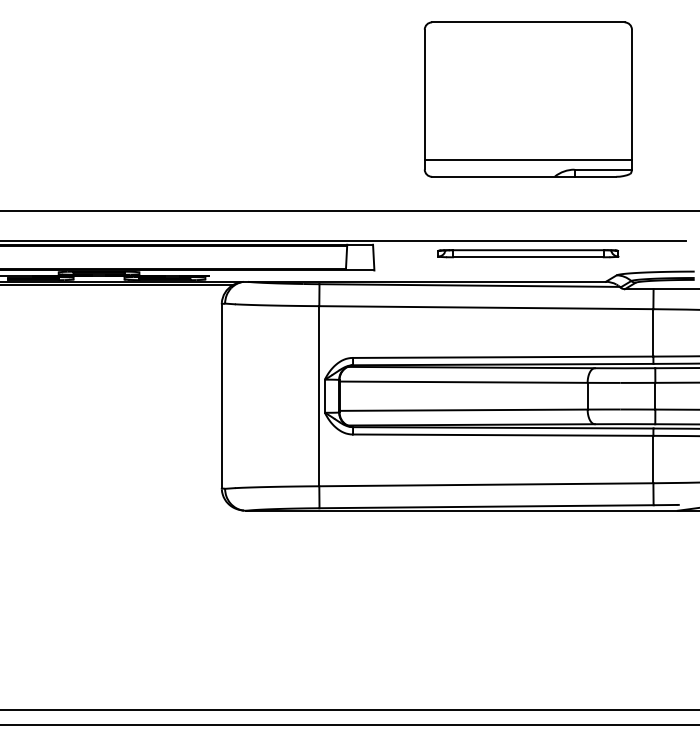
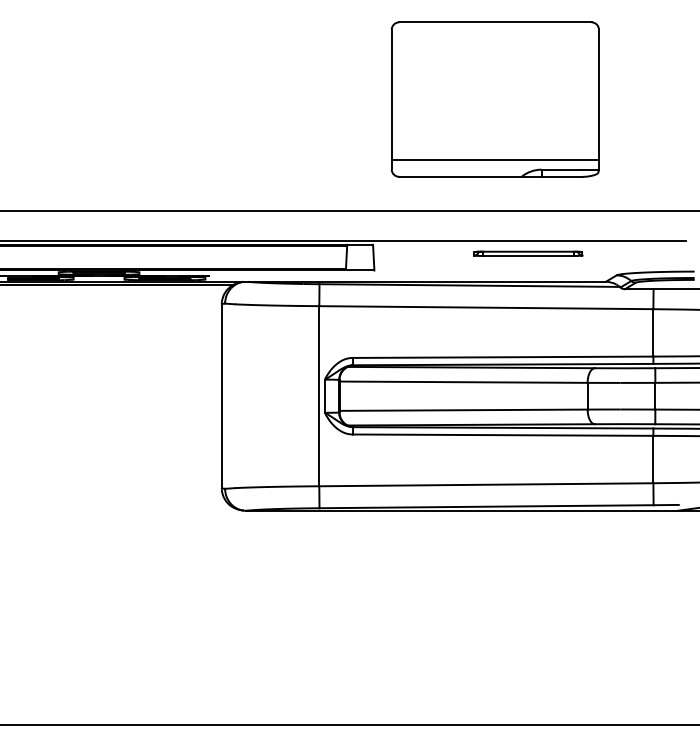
part at (527, 99) position: (527, 99) -> (494, 99)
part at (528, 253) size: 183x10 px -> 111x7 px
line at (349, 709): present -> none
